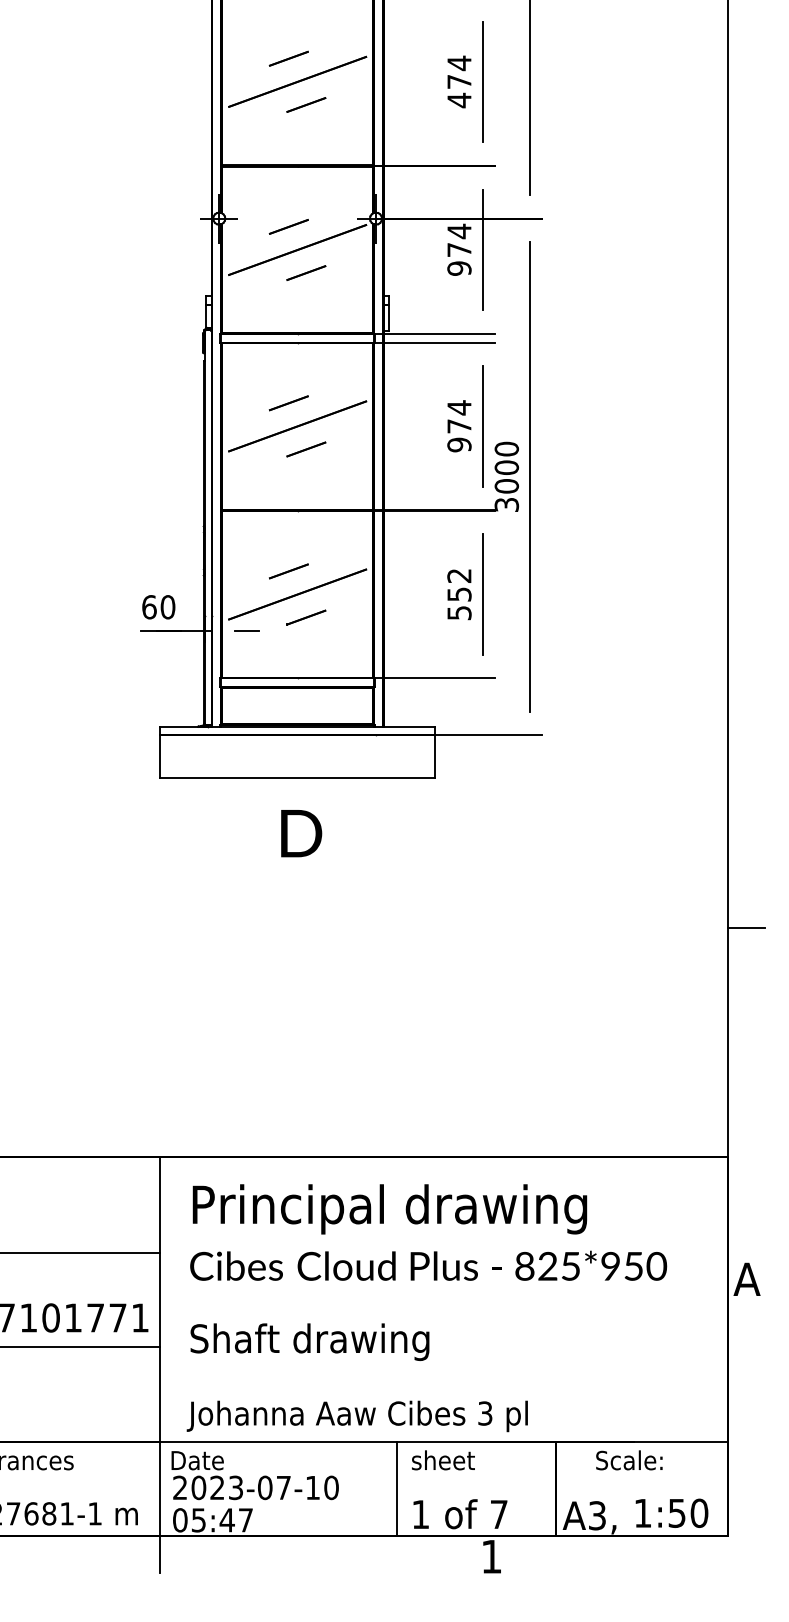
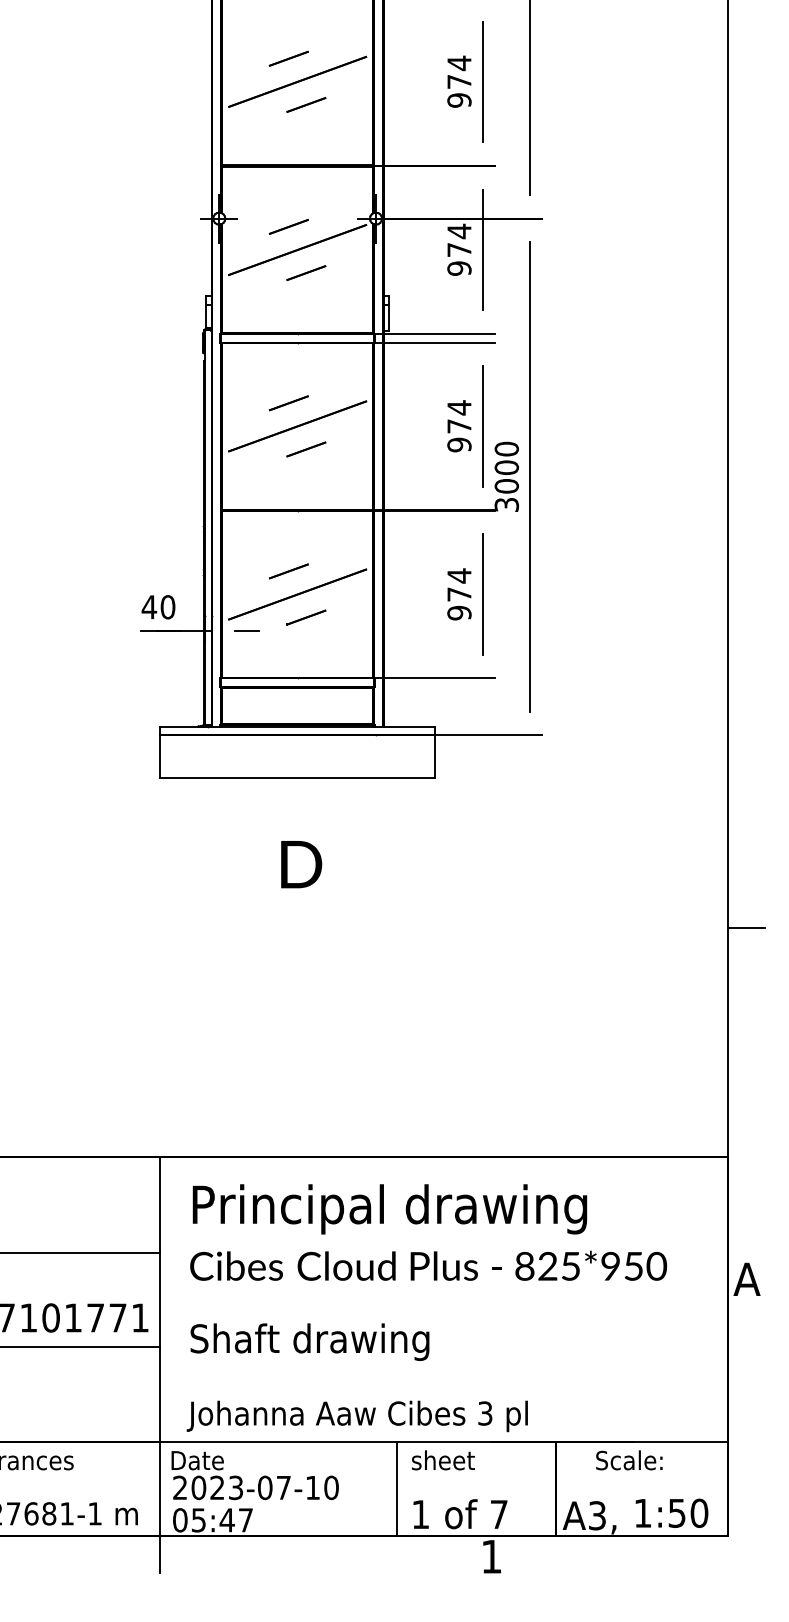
text at (459, 100): 474 -> 974
text at (459, 594): 552 -> 974
text at (149, 607): 60 -> 40
text at (301, 833) position: (301, 833) -> (301, 864)
